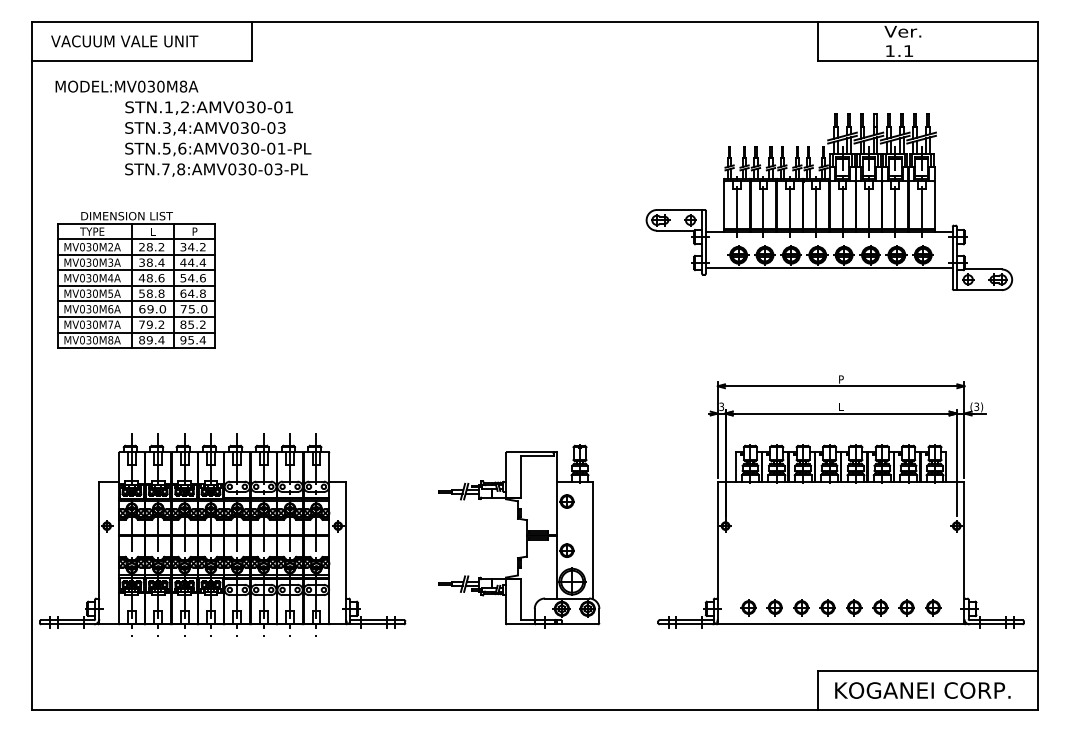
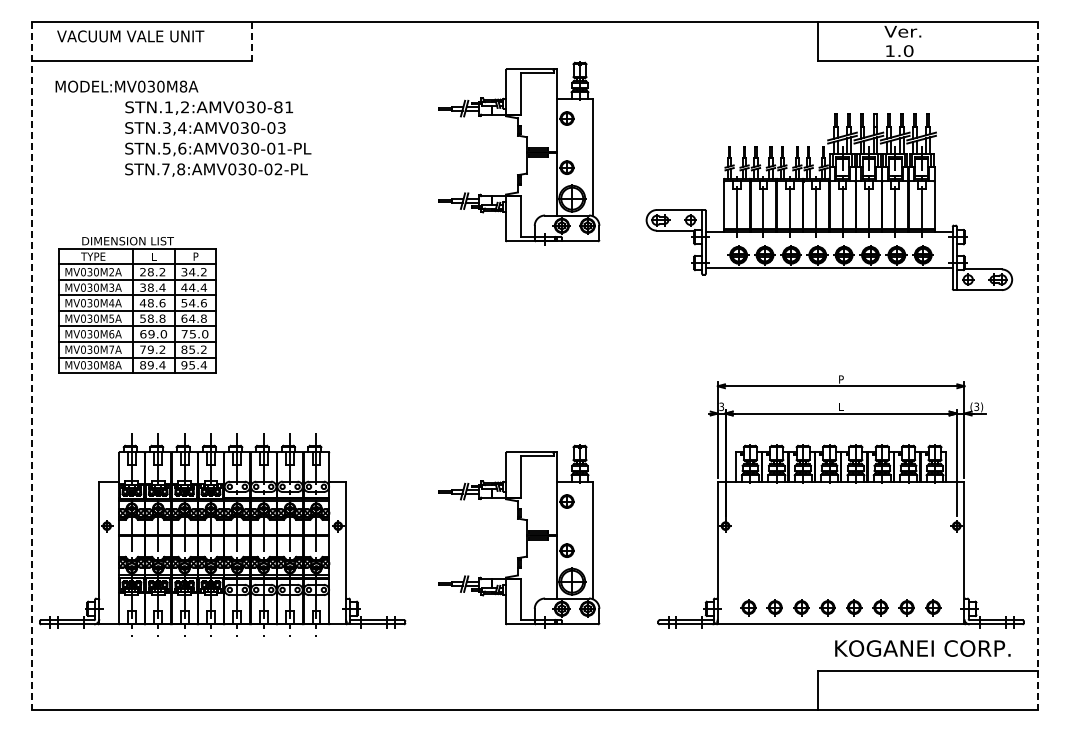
text at (124, 41) position: (124, 41) -> (130, 36)
line at (251, 41): solid -> dashed
text at (908, 51): 1.1 -> 1.0
text at (278, 106): STN.1,2:AMV030-01 -> STN.1,2:AMV030-81
part at (526, 153): none -> present
text at (278, 169): STN.7,8:AMV030-03-PL -> STN.7,8:AMV030-02-PL
part at (136, 280) position: (136, 280) -> (137, 305)
line at (32, 365): solid -> dashed
line at (1037, 365): solid -> dashed
text at (922, 690) position: (922, 690) -> (922, 648)
